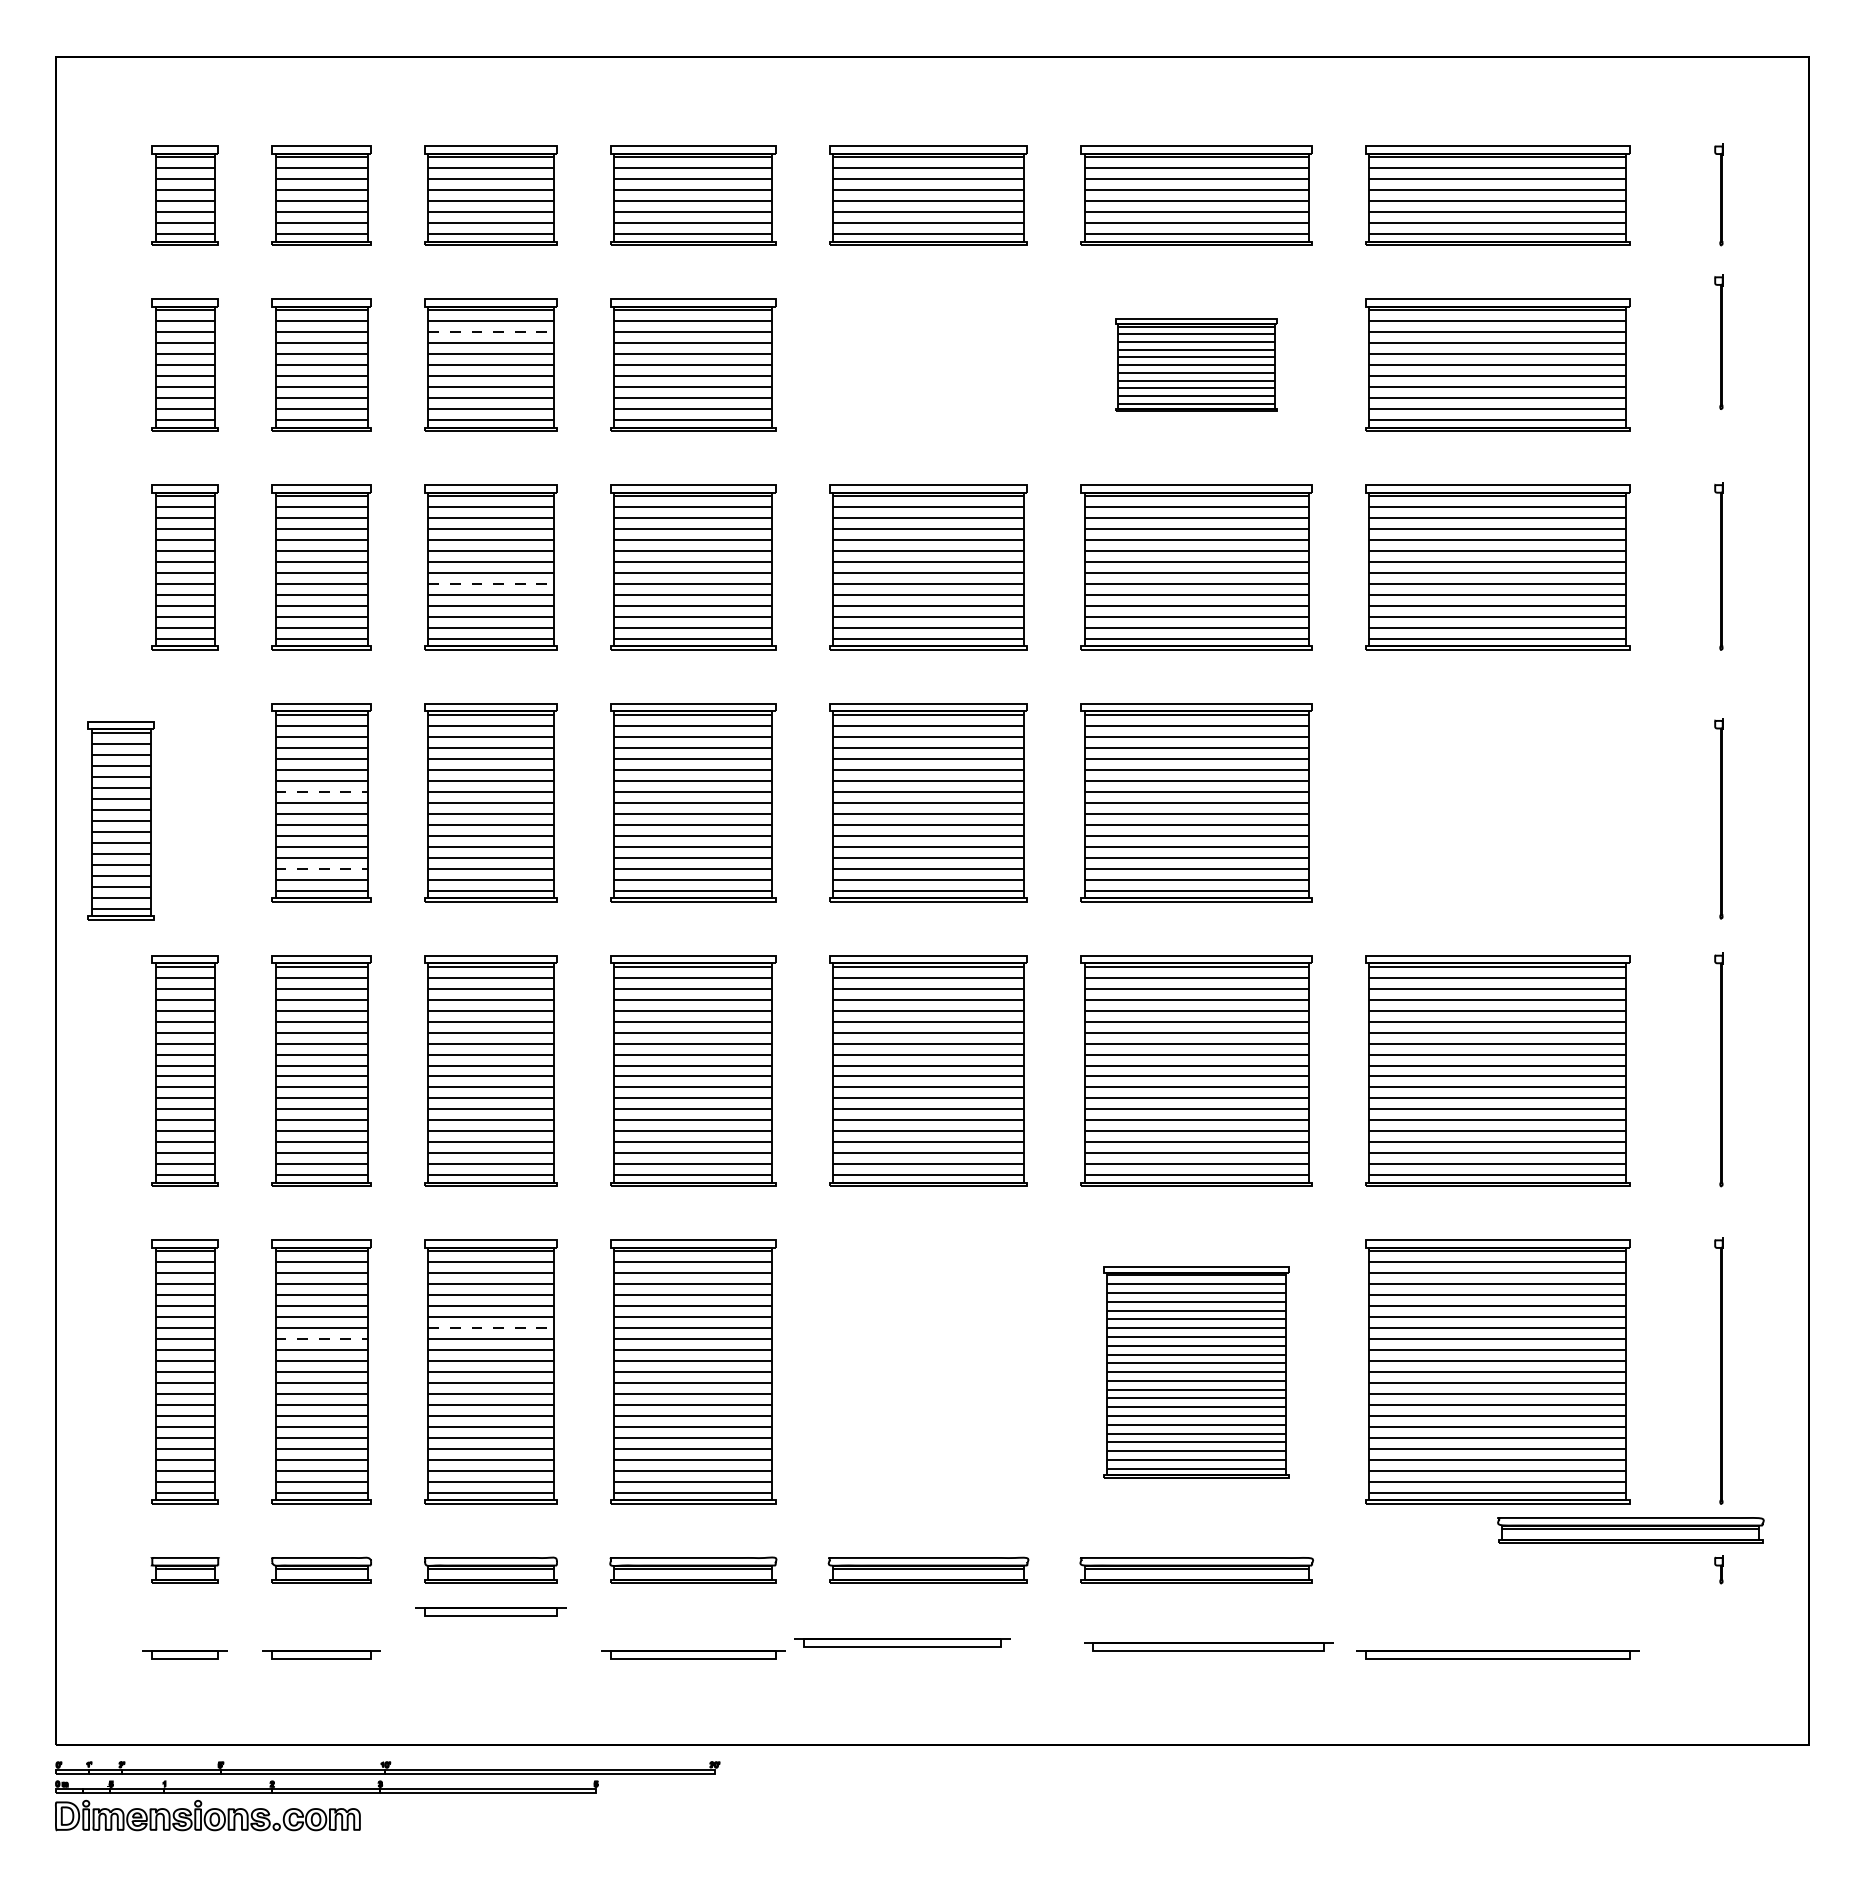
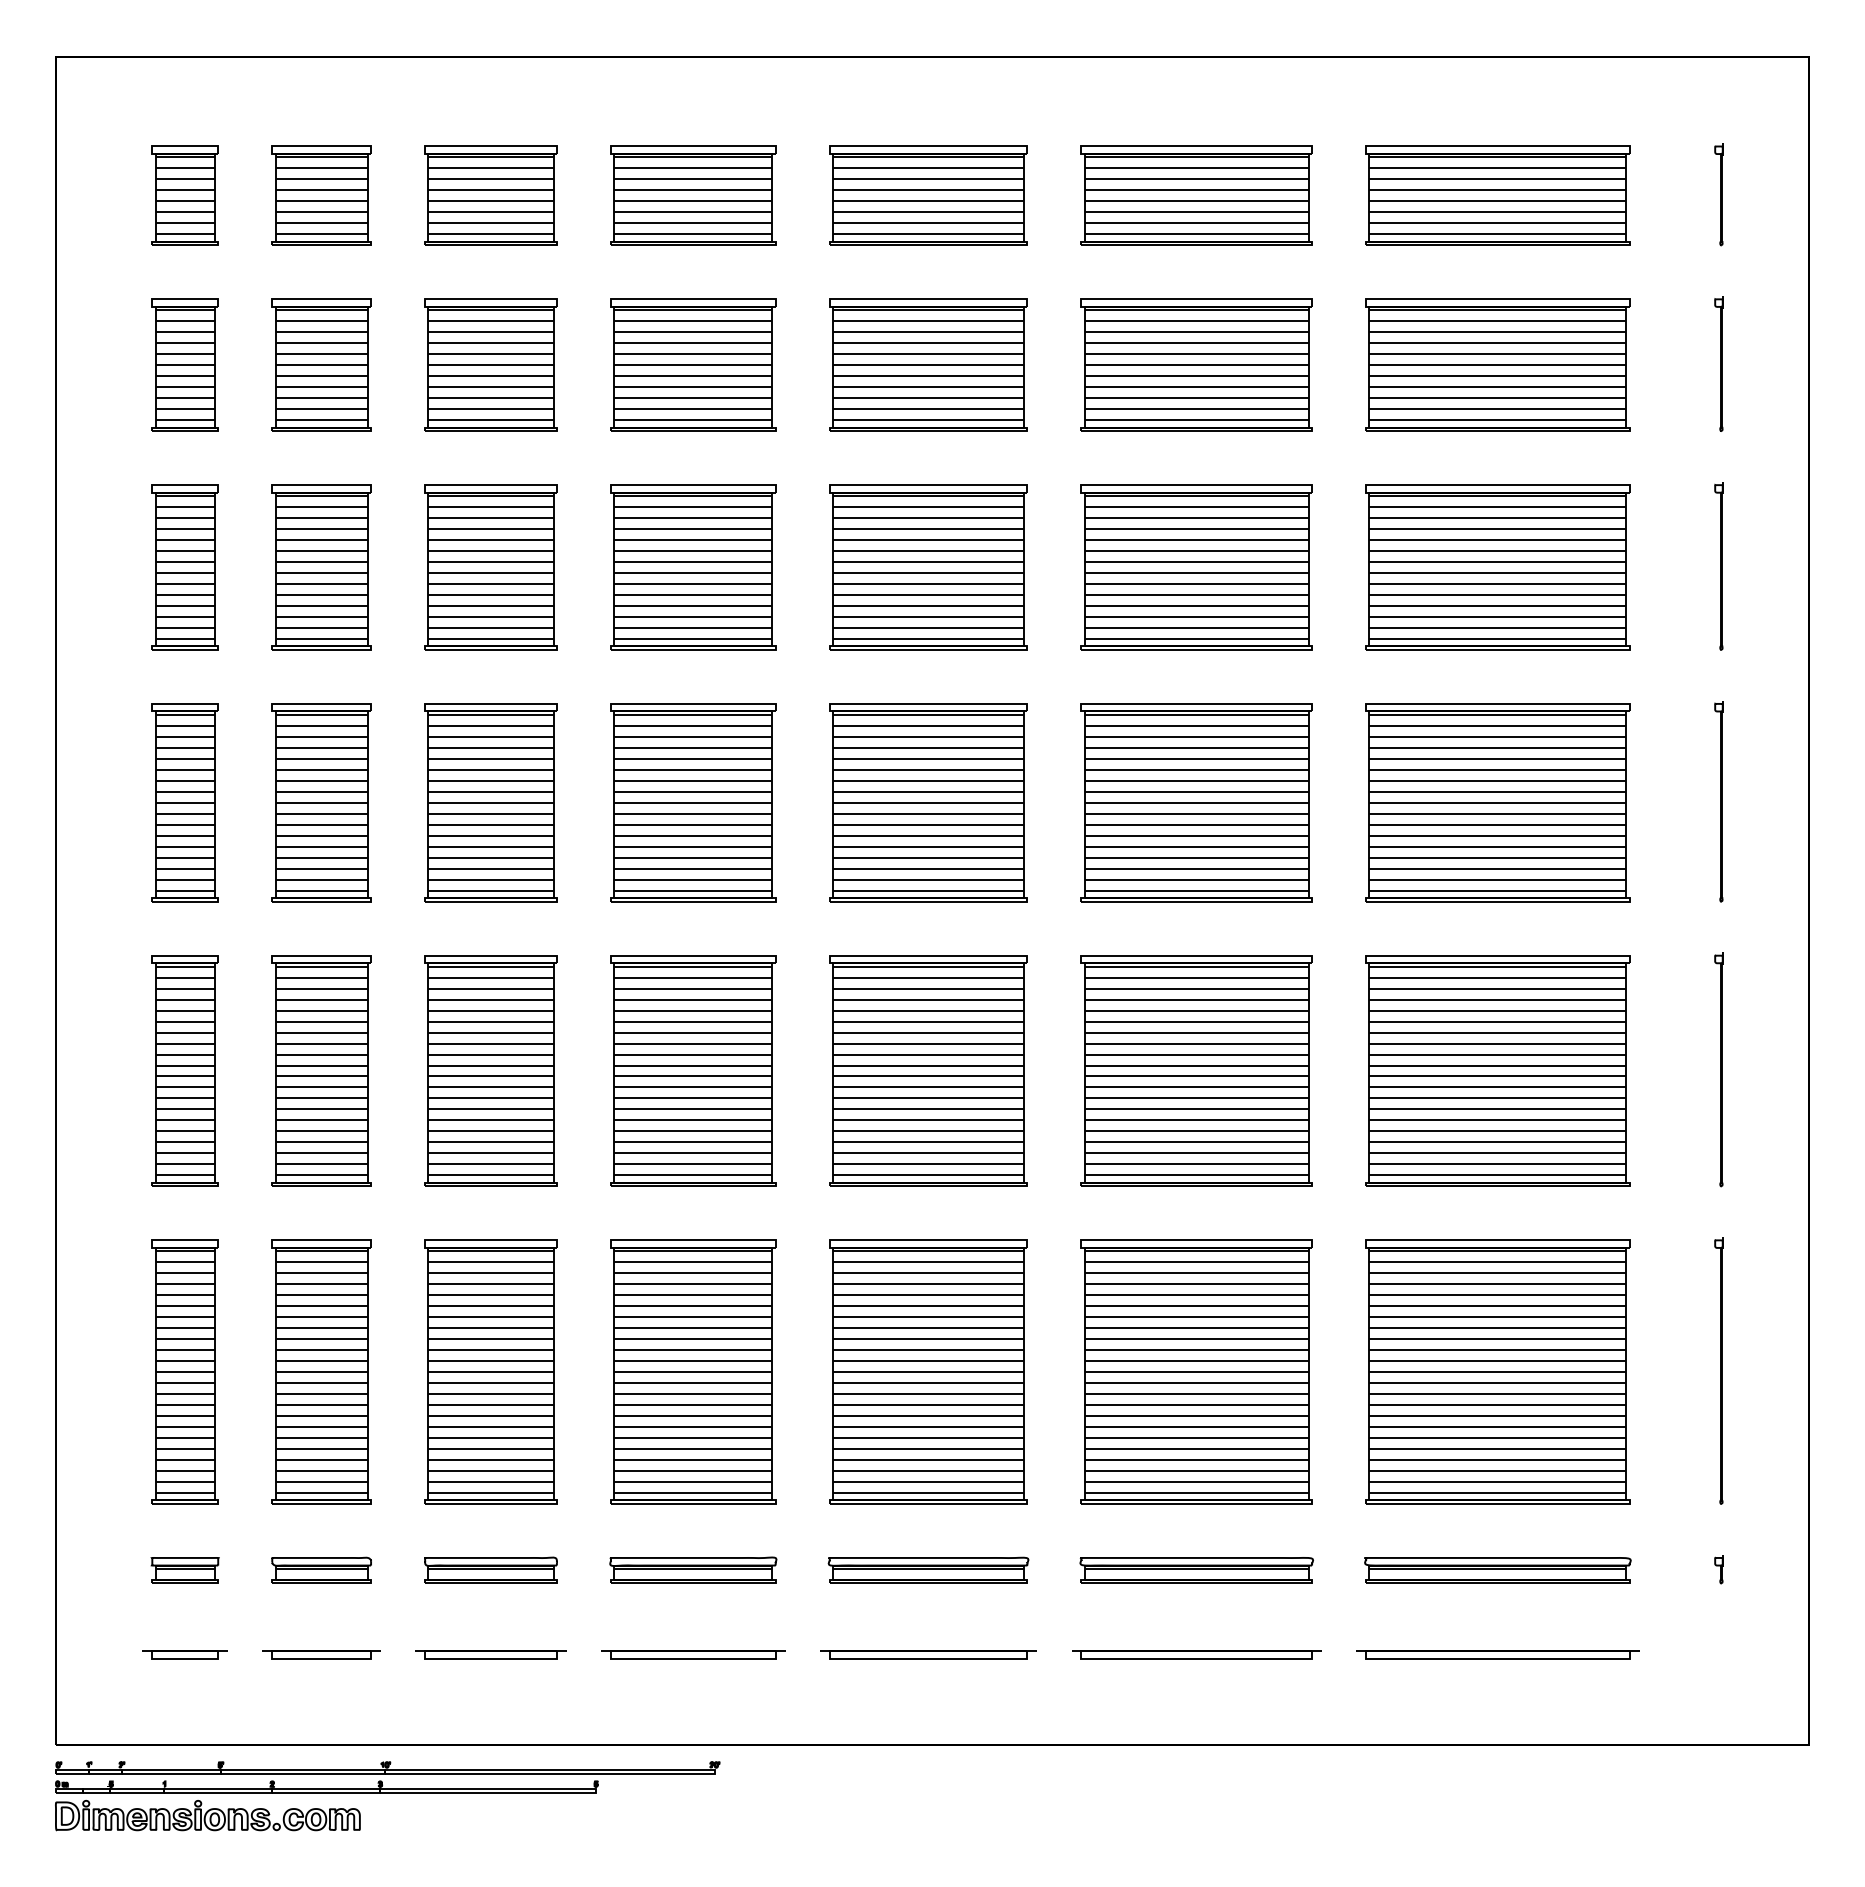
line at (491, 332): dashed -> solid
part at (1718, 341) position: (1718, 341) -> (1718, 363)
part at (928, 364): none -> present
part at (1196, 364) size: 163x94 px -> 233x134 px
line at (491, 584): dashed -> solid
line at (322, 791): dashed -> solid
part at (1497, 802): none -> present
part at (1718, 818) position: (1718, 818) -> (1718, 801)
part at (120, 820) position: (120, 820) -> (184, 802)
line at (322, 868): dashed -> solid
line at (491, 1328): dashed -> solid
line at (322, 1339): dashed -> solid
part at (928, 1371): none -> present
part at (1196, 1372) size: 187x213 px -> 233x266 px
part at (1630, 1530) position: (1630, 1530) -> (1497, 1570)
part at (490, 1611) position: (490, 1611) -> (490, 1654)
part at (902, 1642) position: (902, 1642) -> (928, 1654)
part at (1208, 1646) position: (1208, 1646) -> (1196, 1654)
